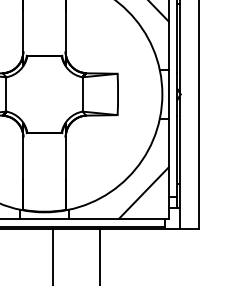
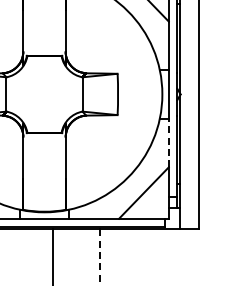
line at (168, 142): solid -> dashed
line at (100, 257): solid -> dashed
